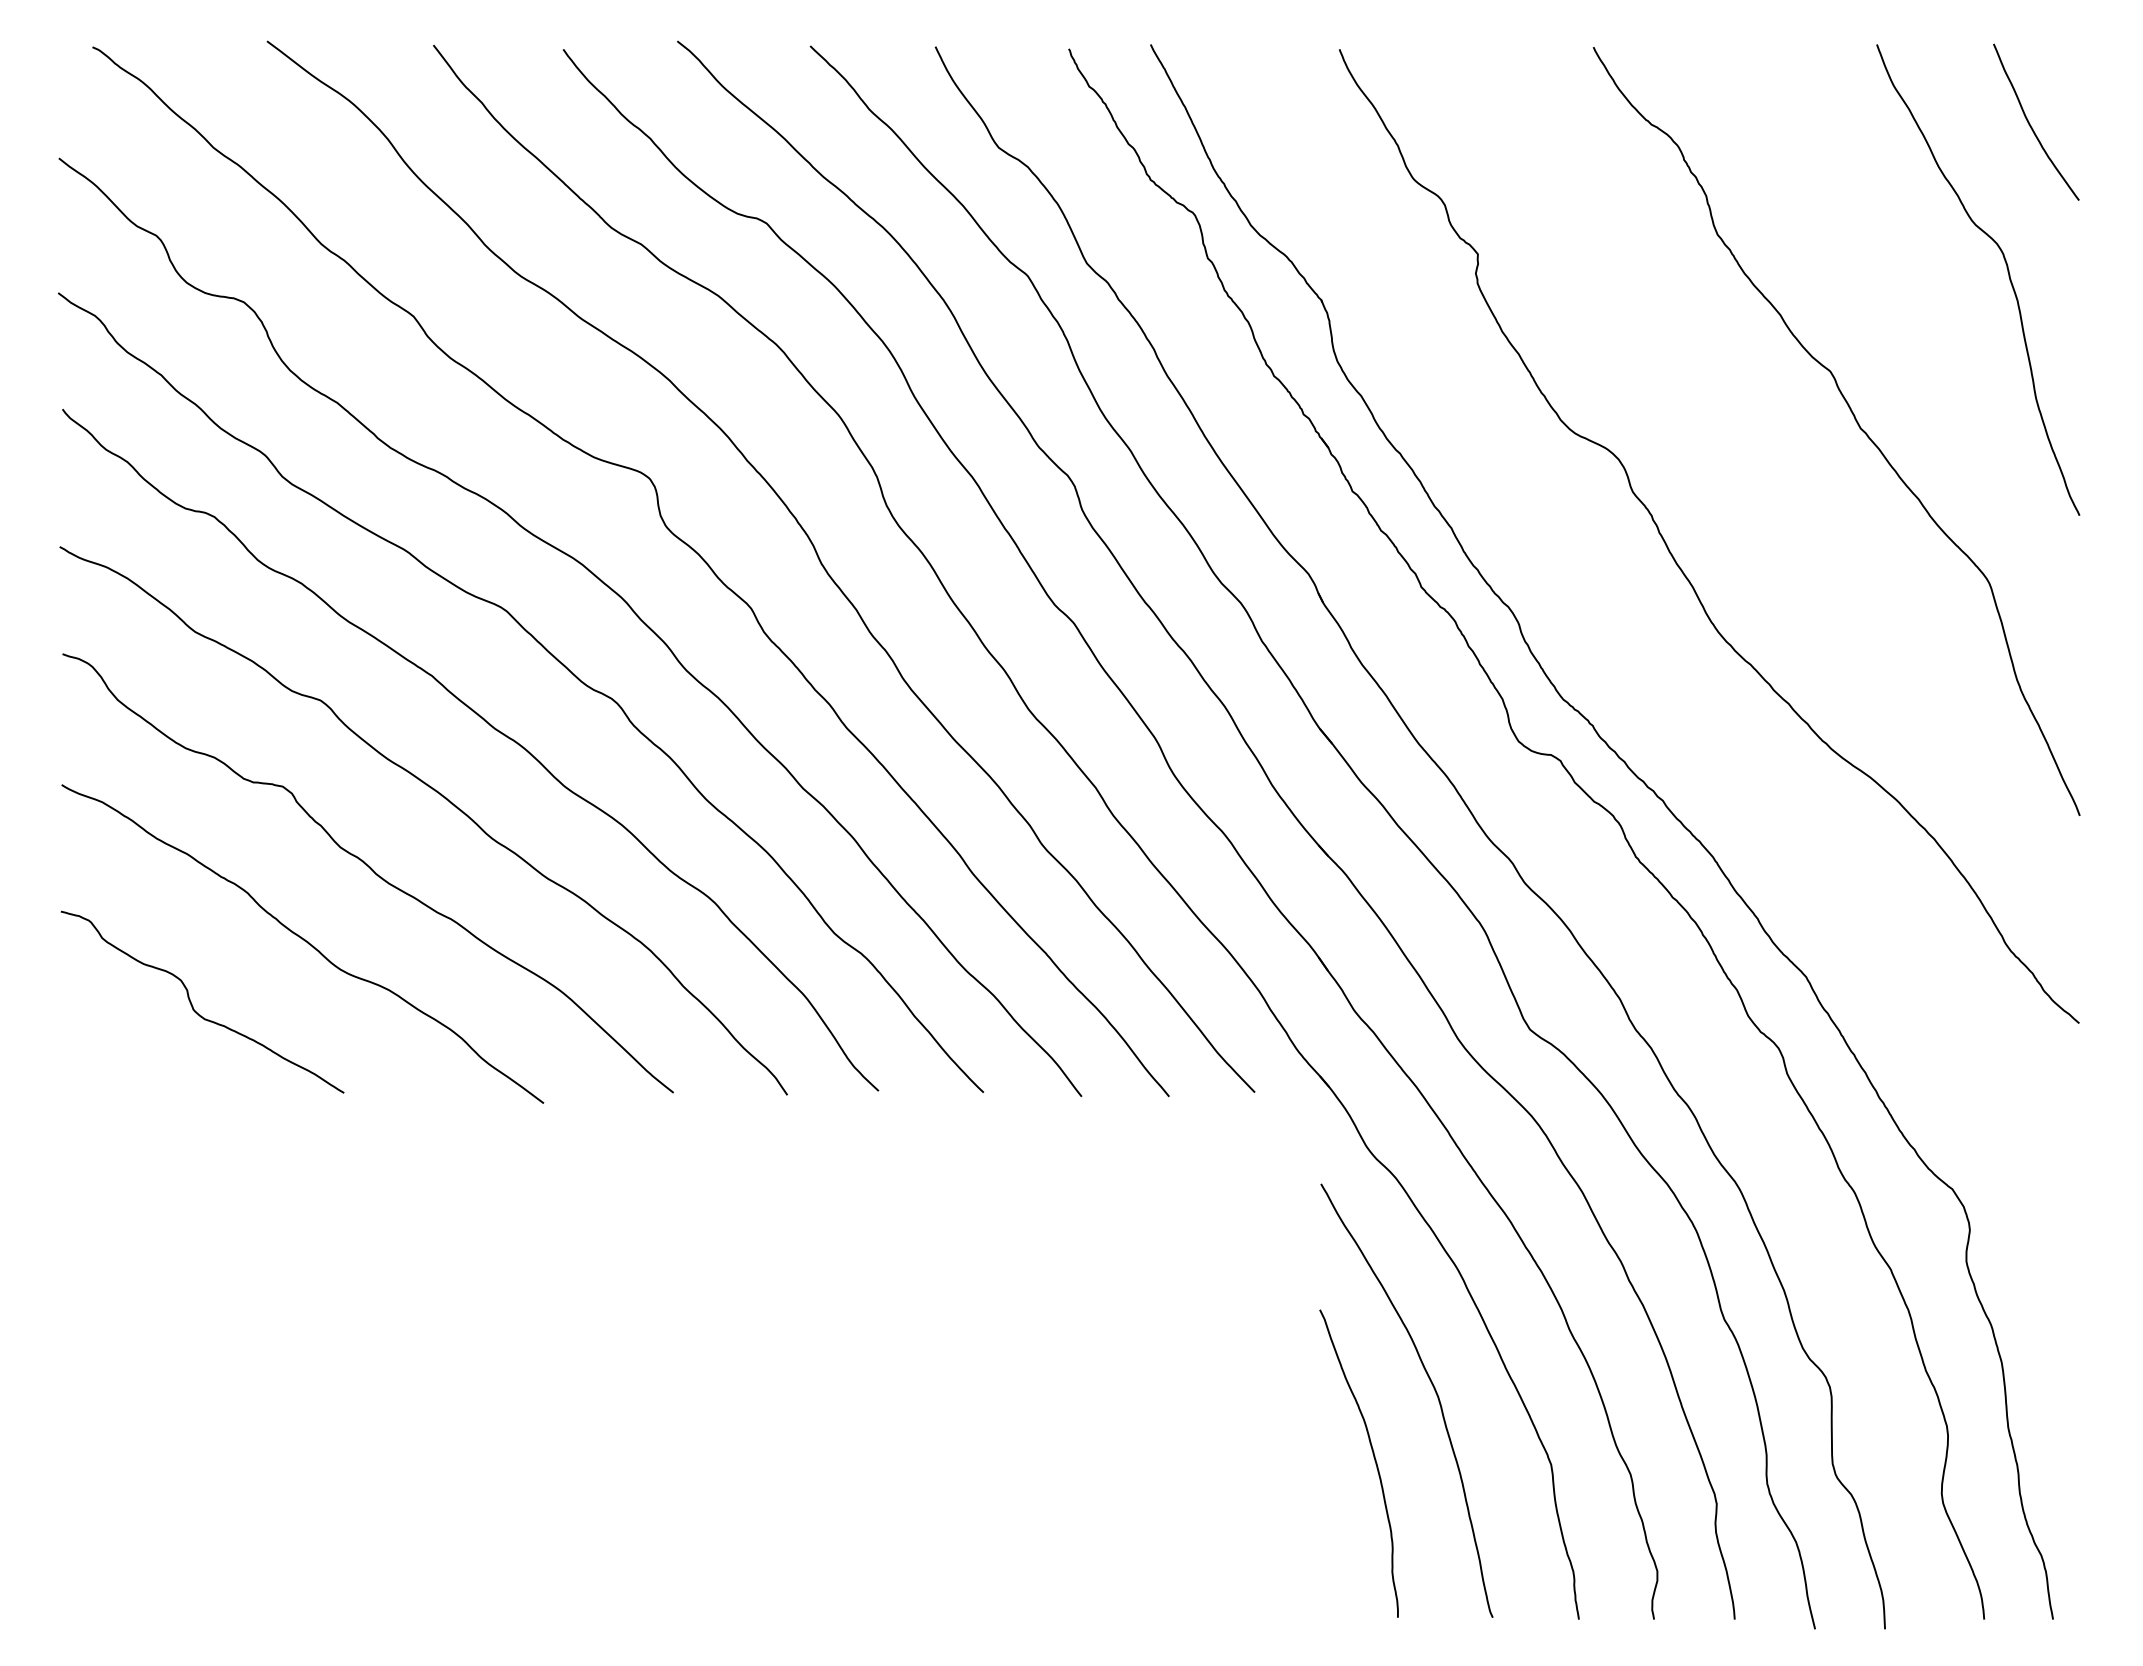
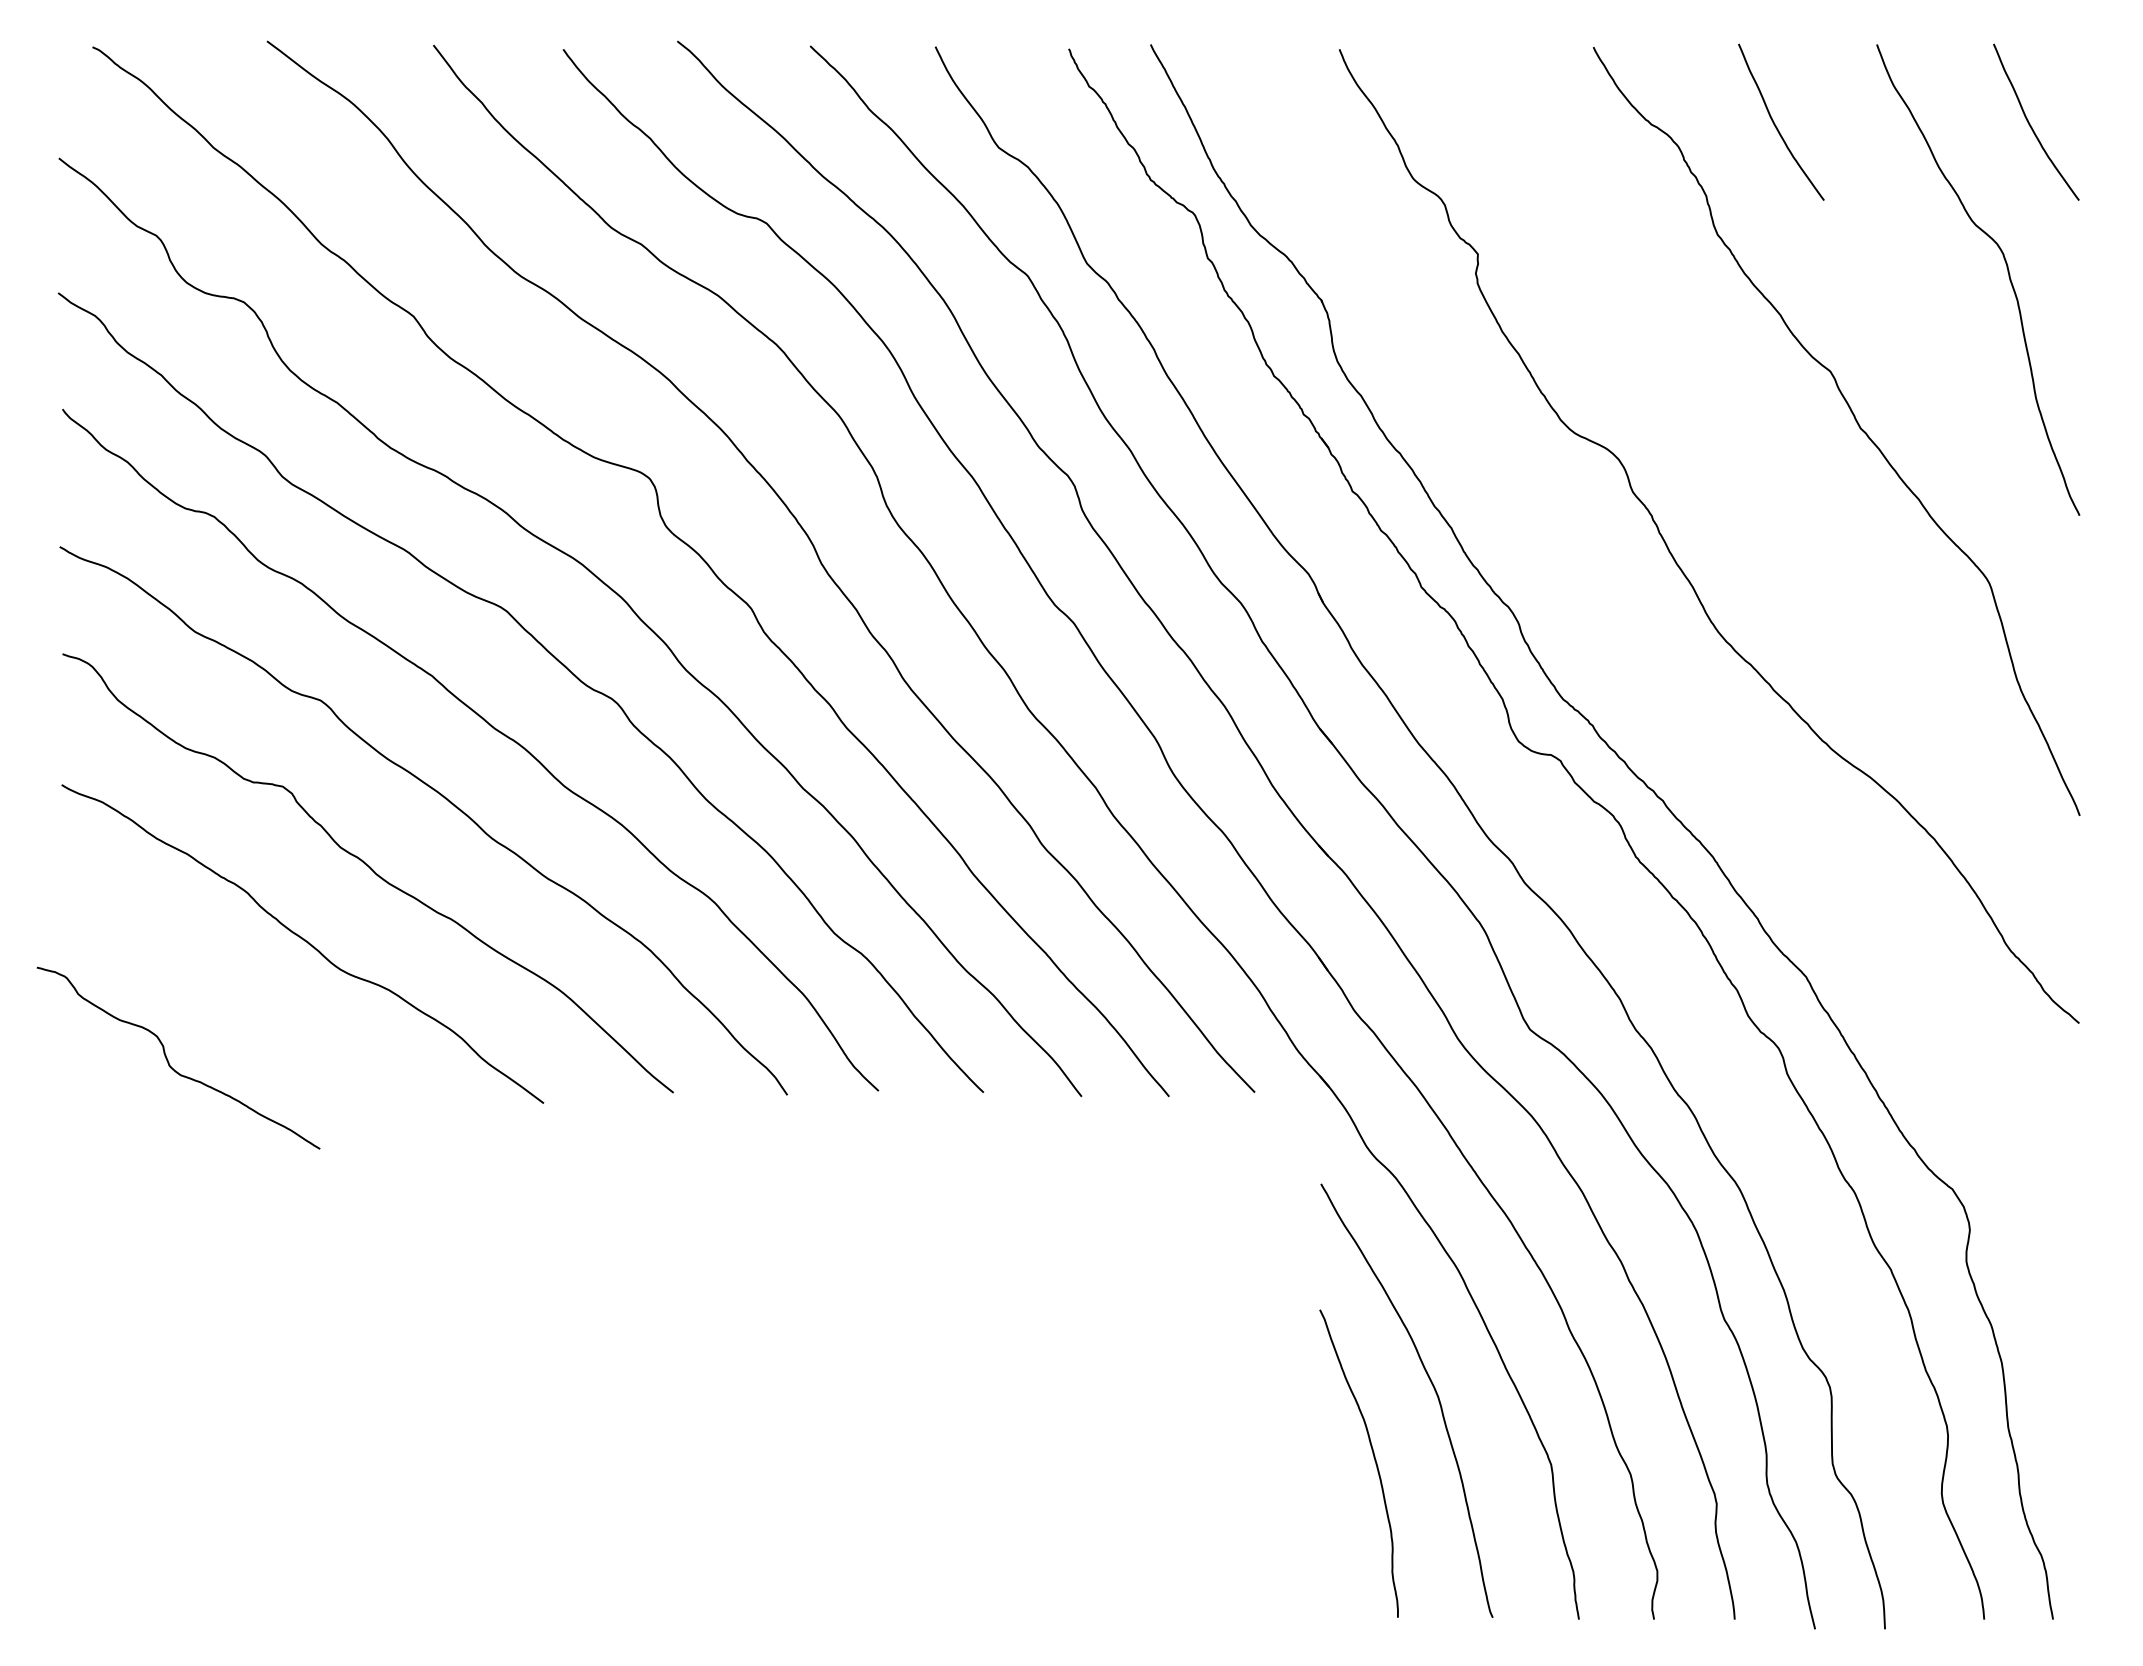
curve at (1775, 123): none -> present
curve at (193, 1006) position: (193, 1006) -> (169, 1062)
